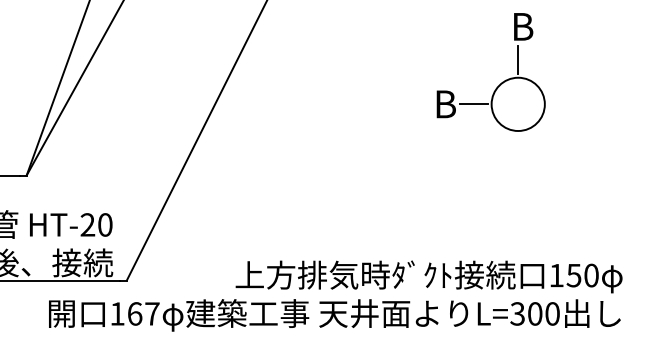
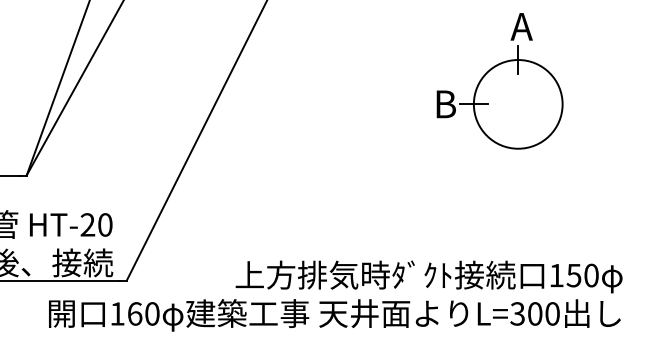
text at (521, 26): B -> A
circle at (517, 104) diameter: 53 px -> 89 px
text at (152, 313): 167 -> 160
